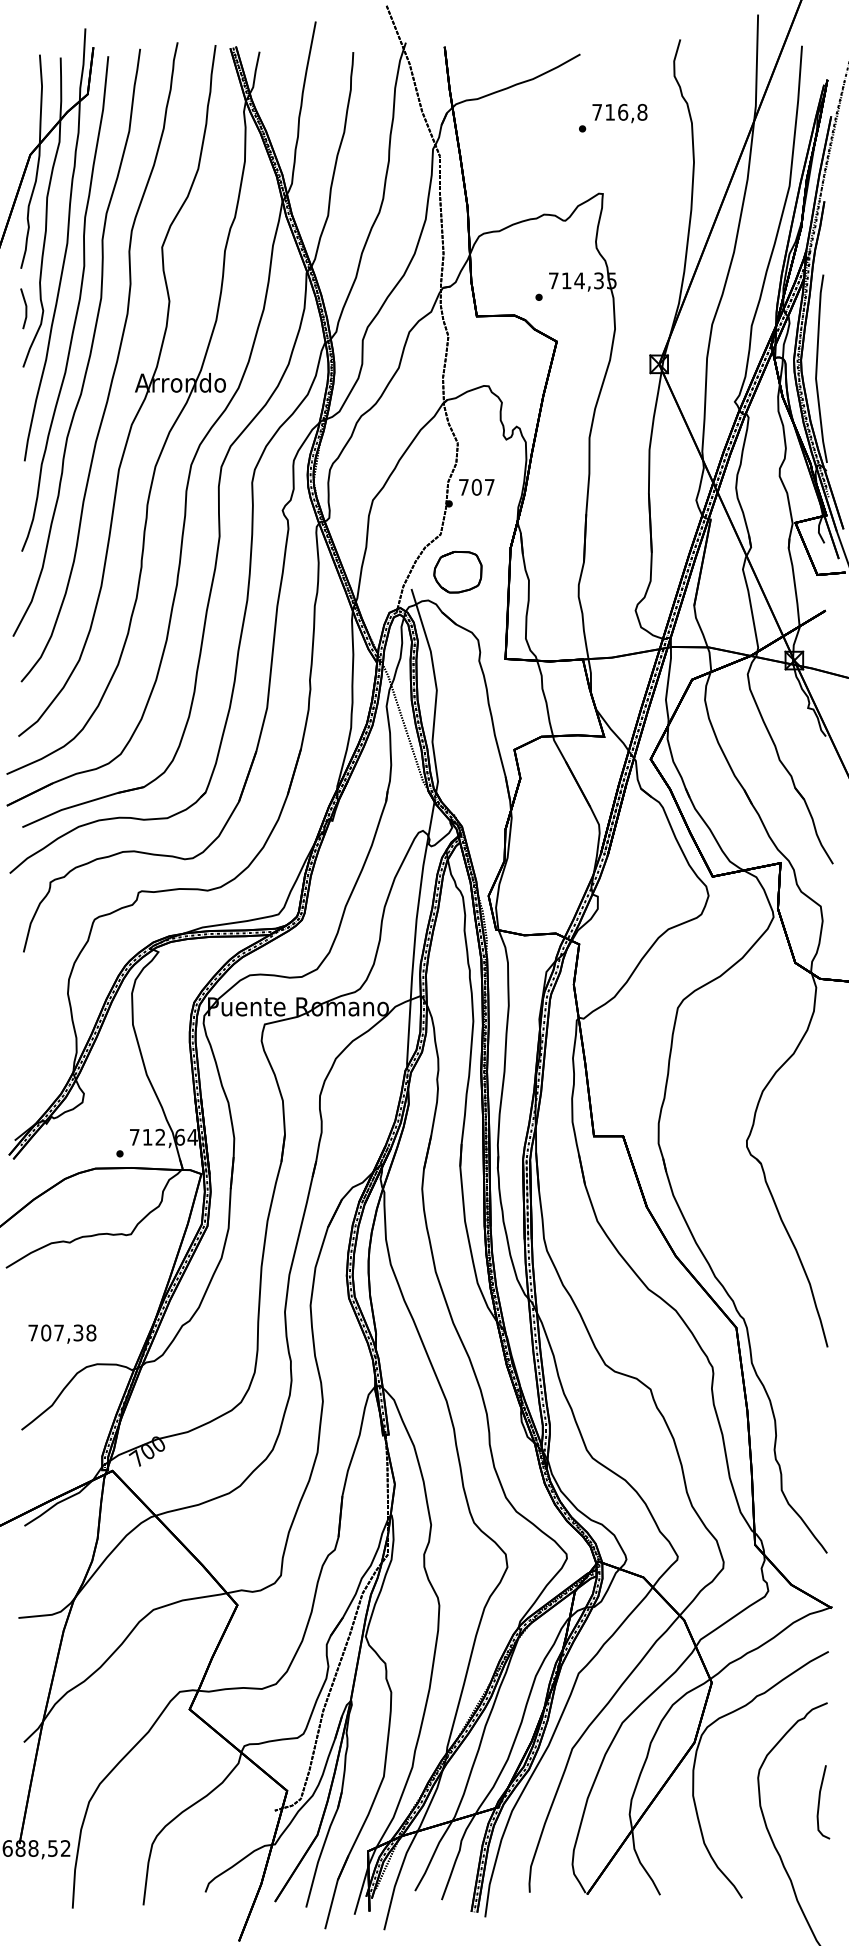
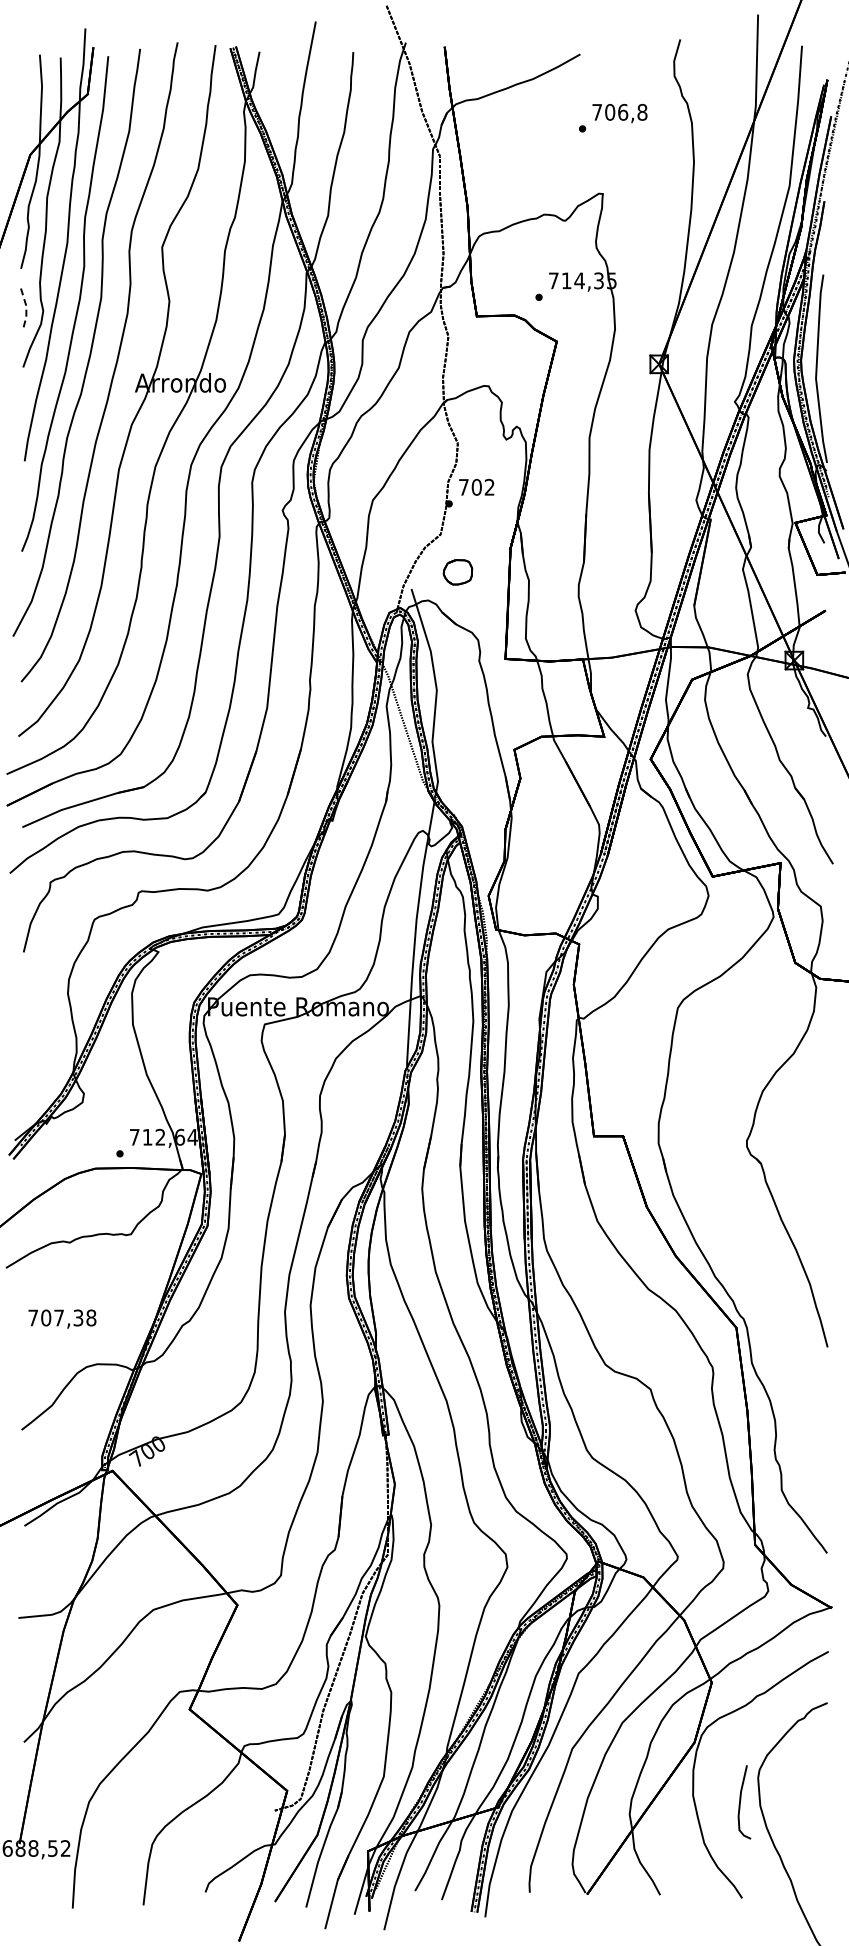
text at (610, 111): 716,8 -> 706,8
line at (26, 309): solid -> dashed
text at (489, 486): 707 -> 702
part at (457, 572) size: 50x43 px -> 32x27 px
text at (62, 1333) position: (62, 1333) -> (62, 1318)
curve at (820, 1800) position: (820, 1800) -> (741, 1800)
